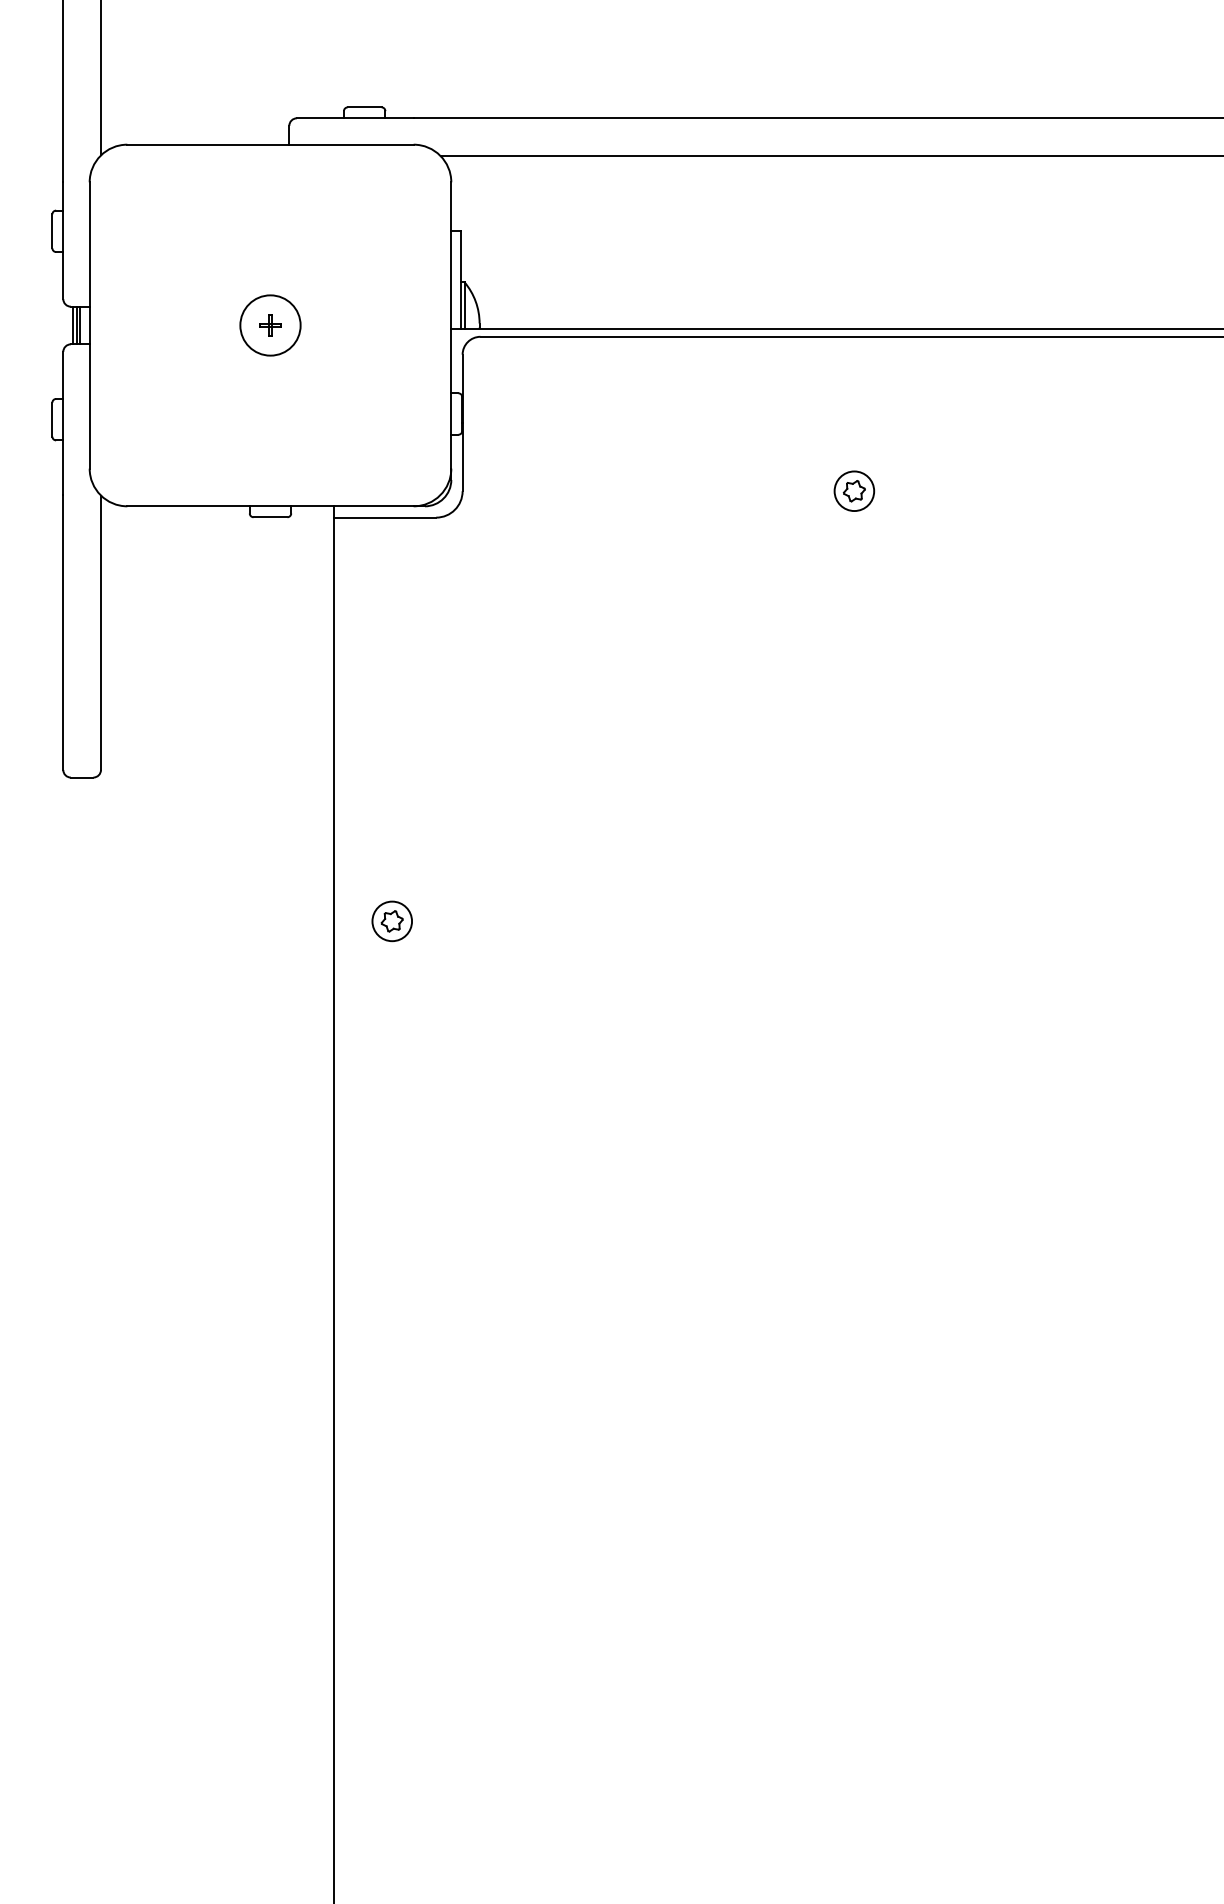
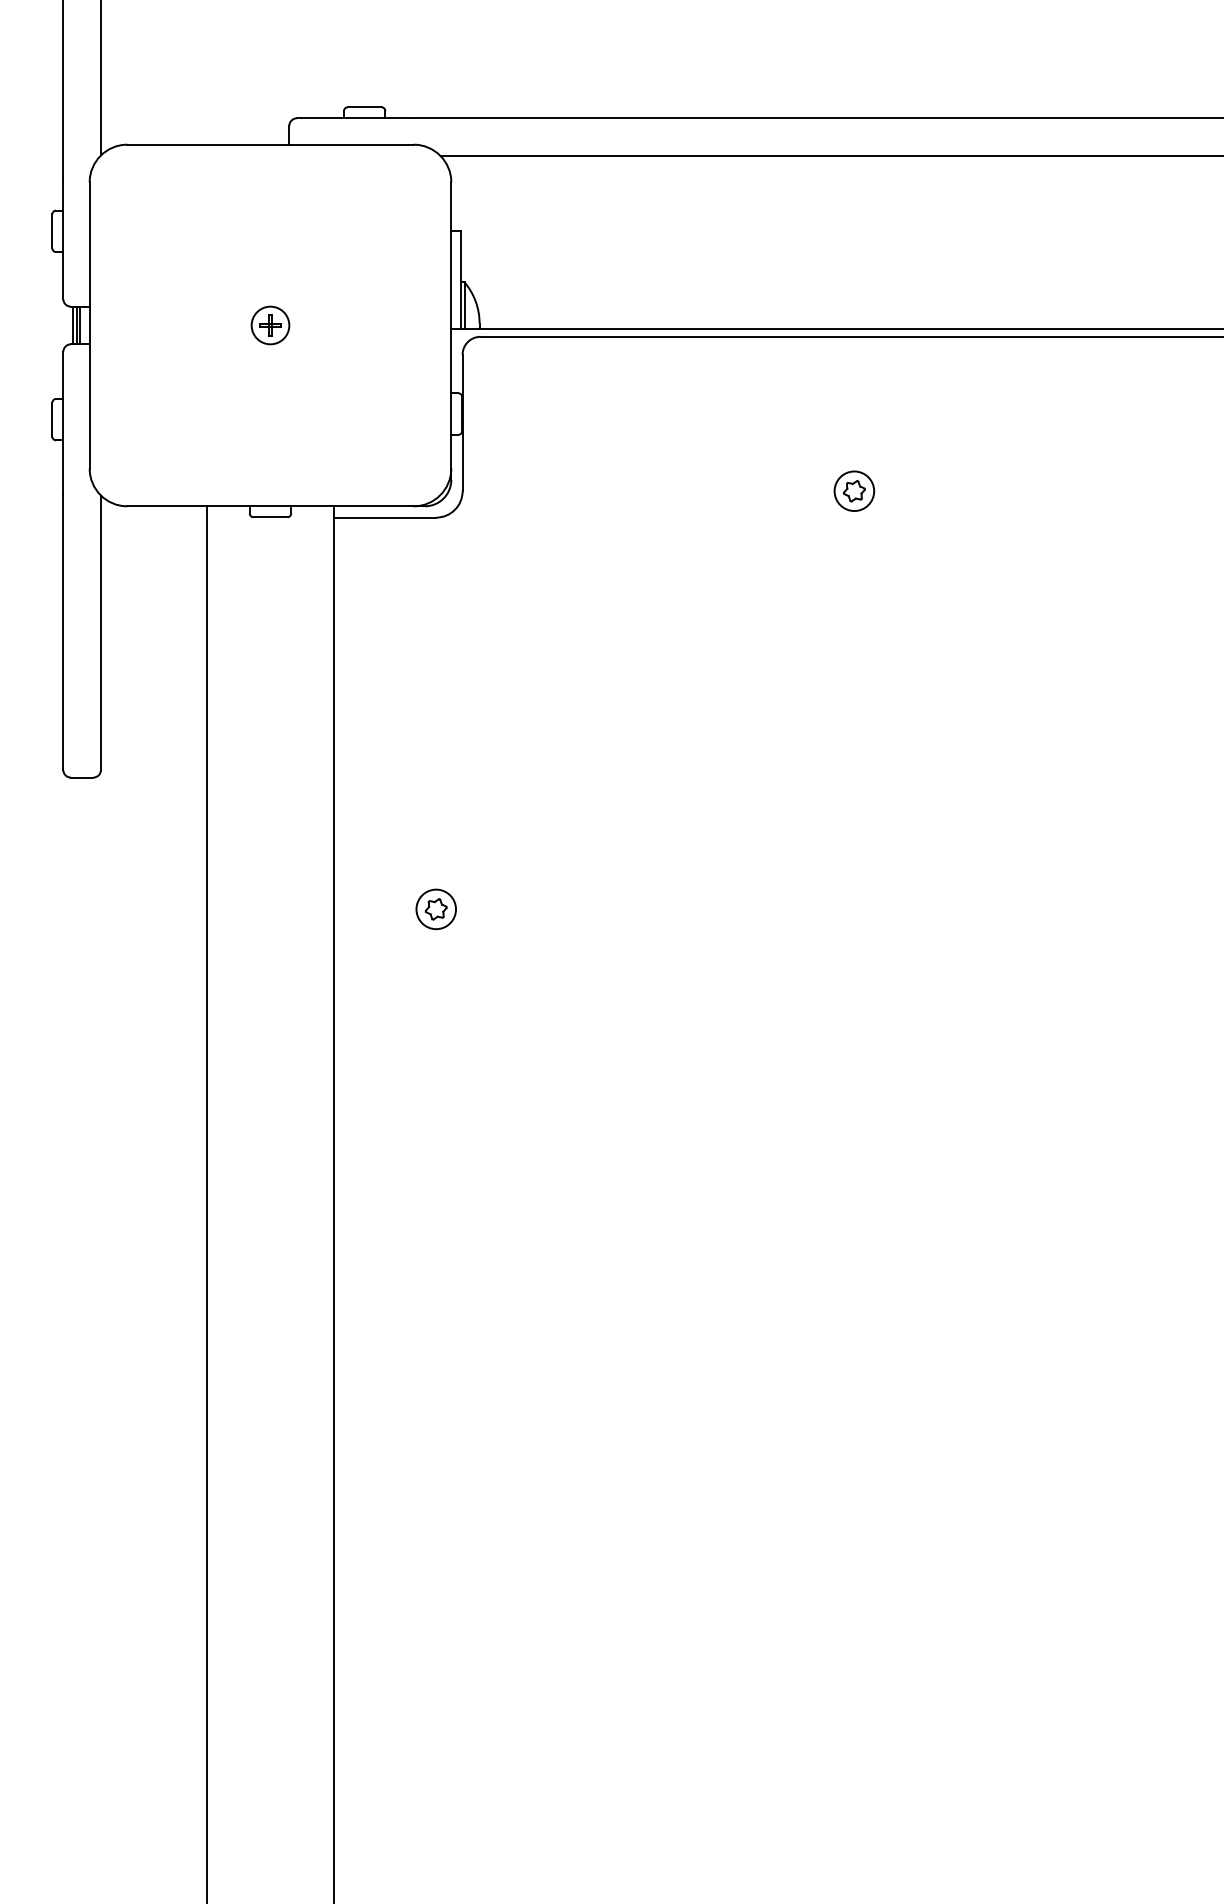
circle at (270, 325) diameter: 60 px -> 38 px
part at (391, 921) position: (391, 921) -> (435, 909)
line at (207, 1203): none -> present
